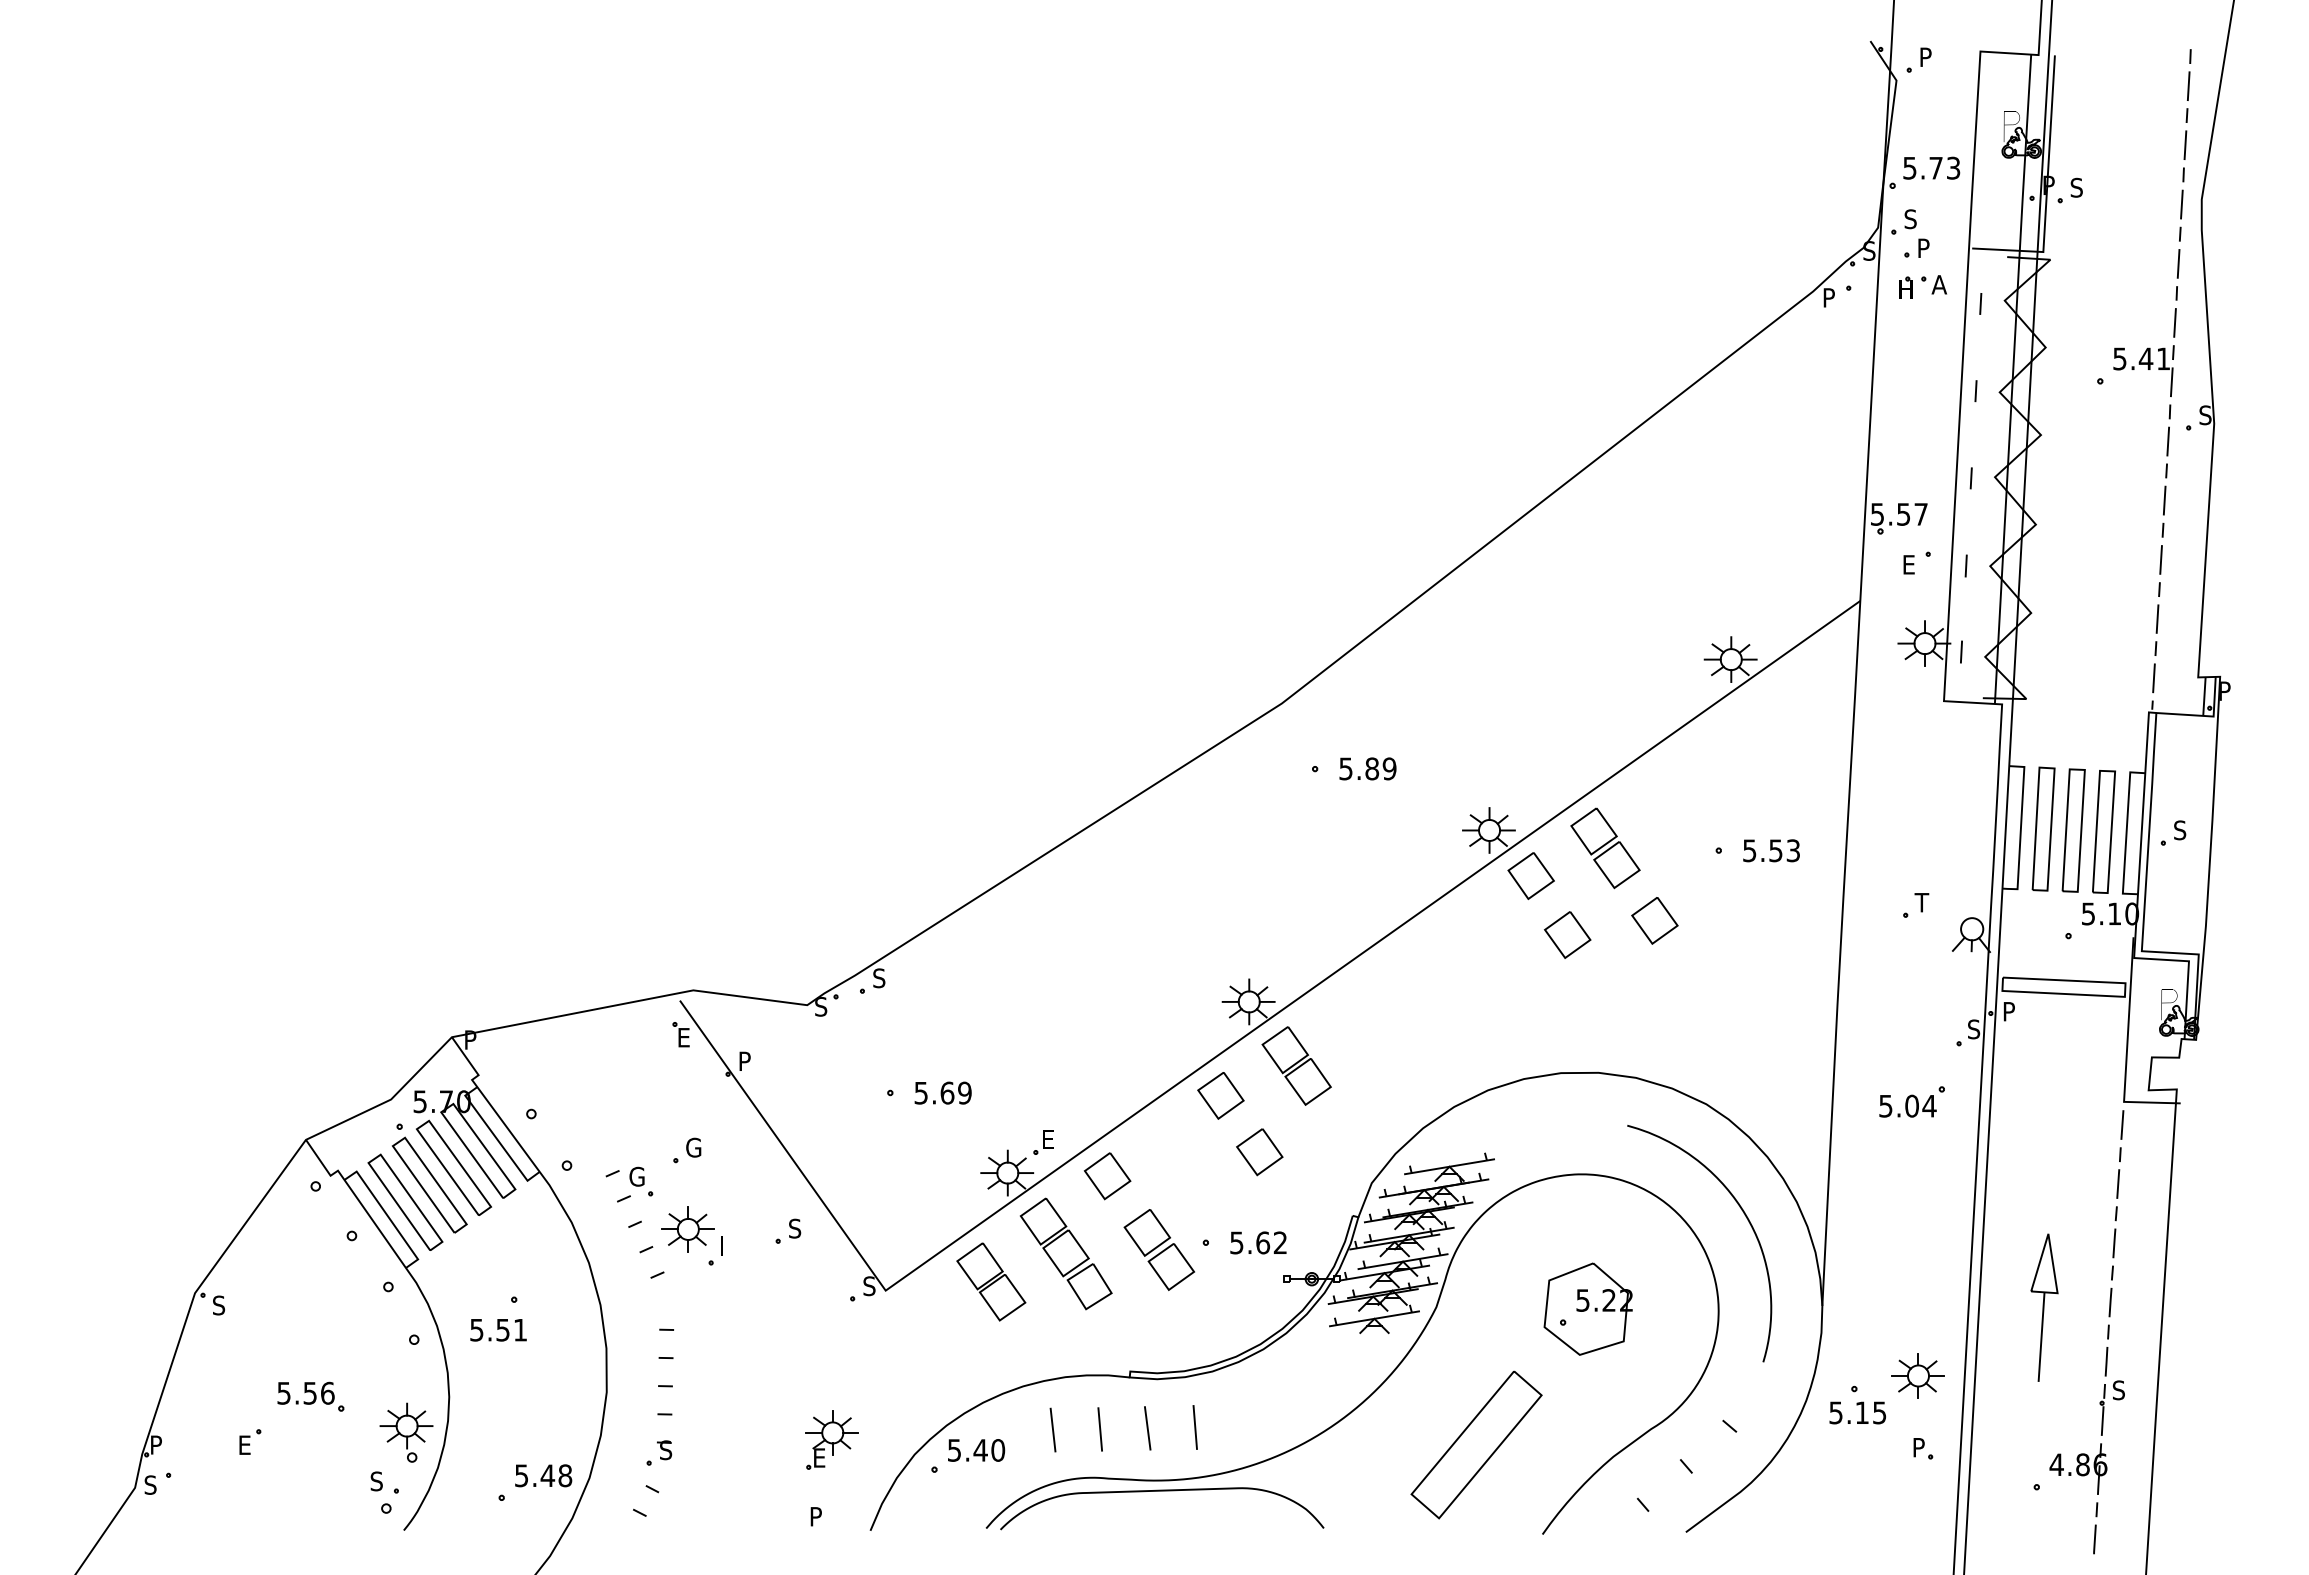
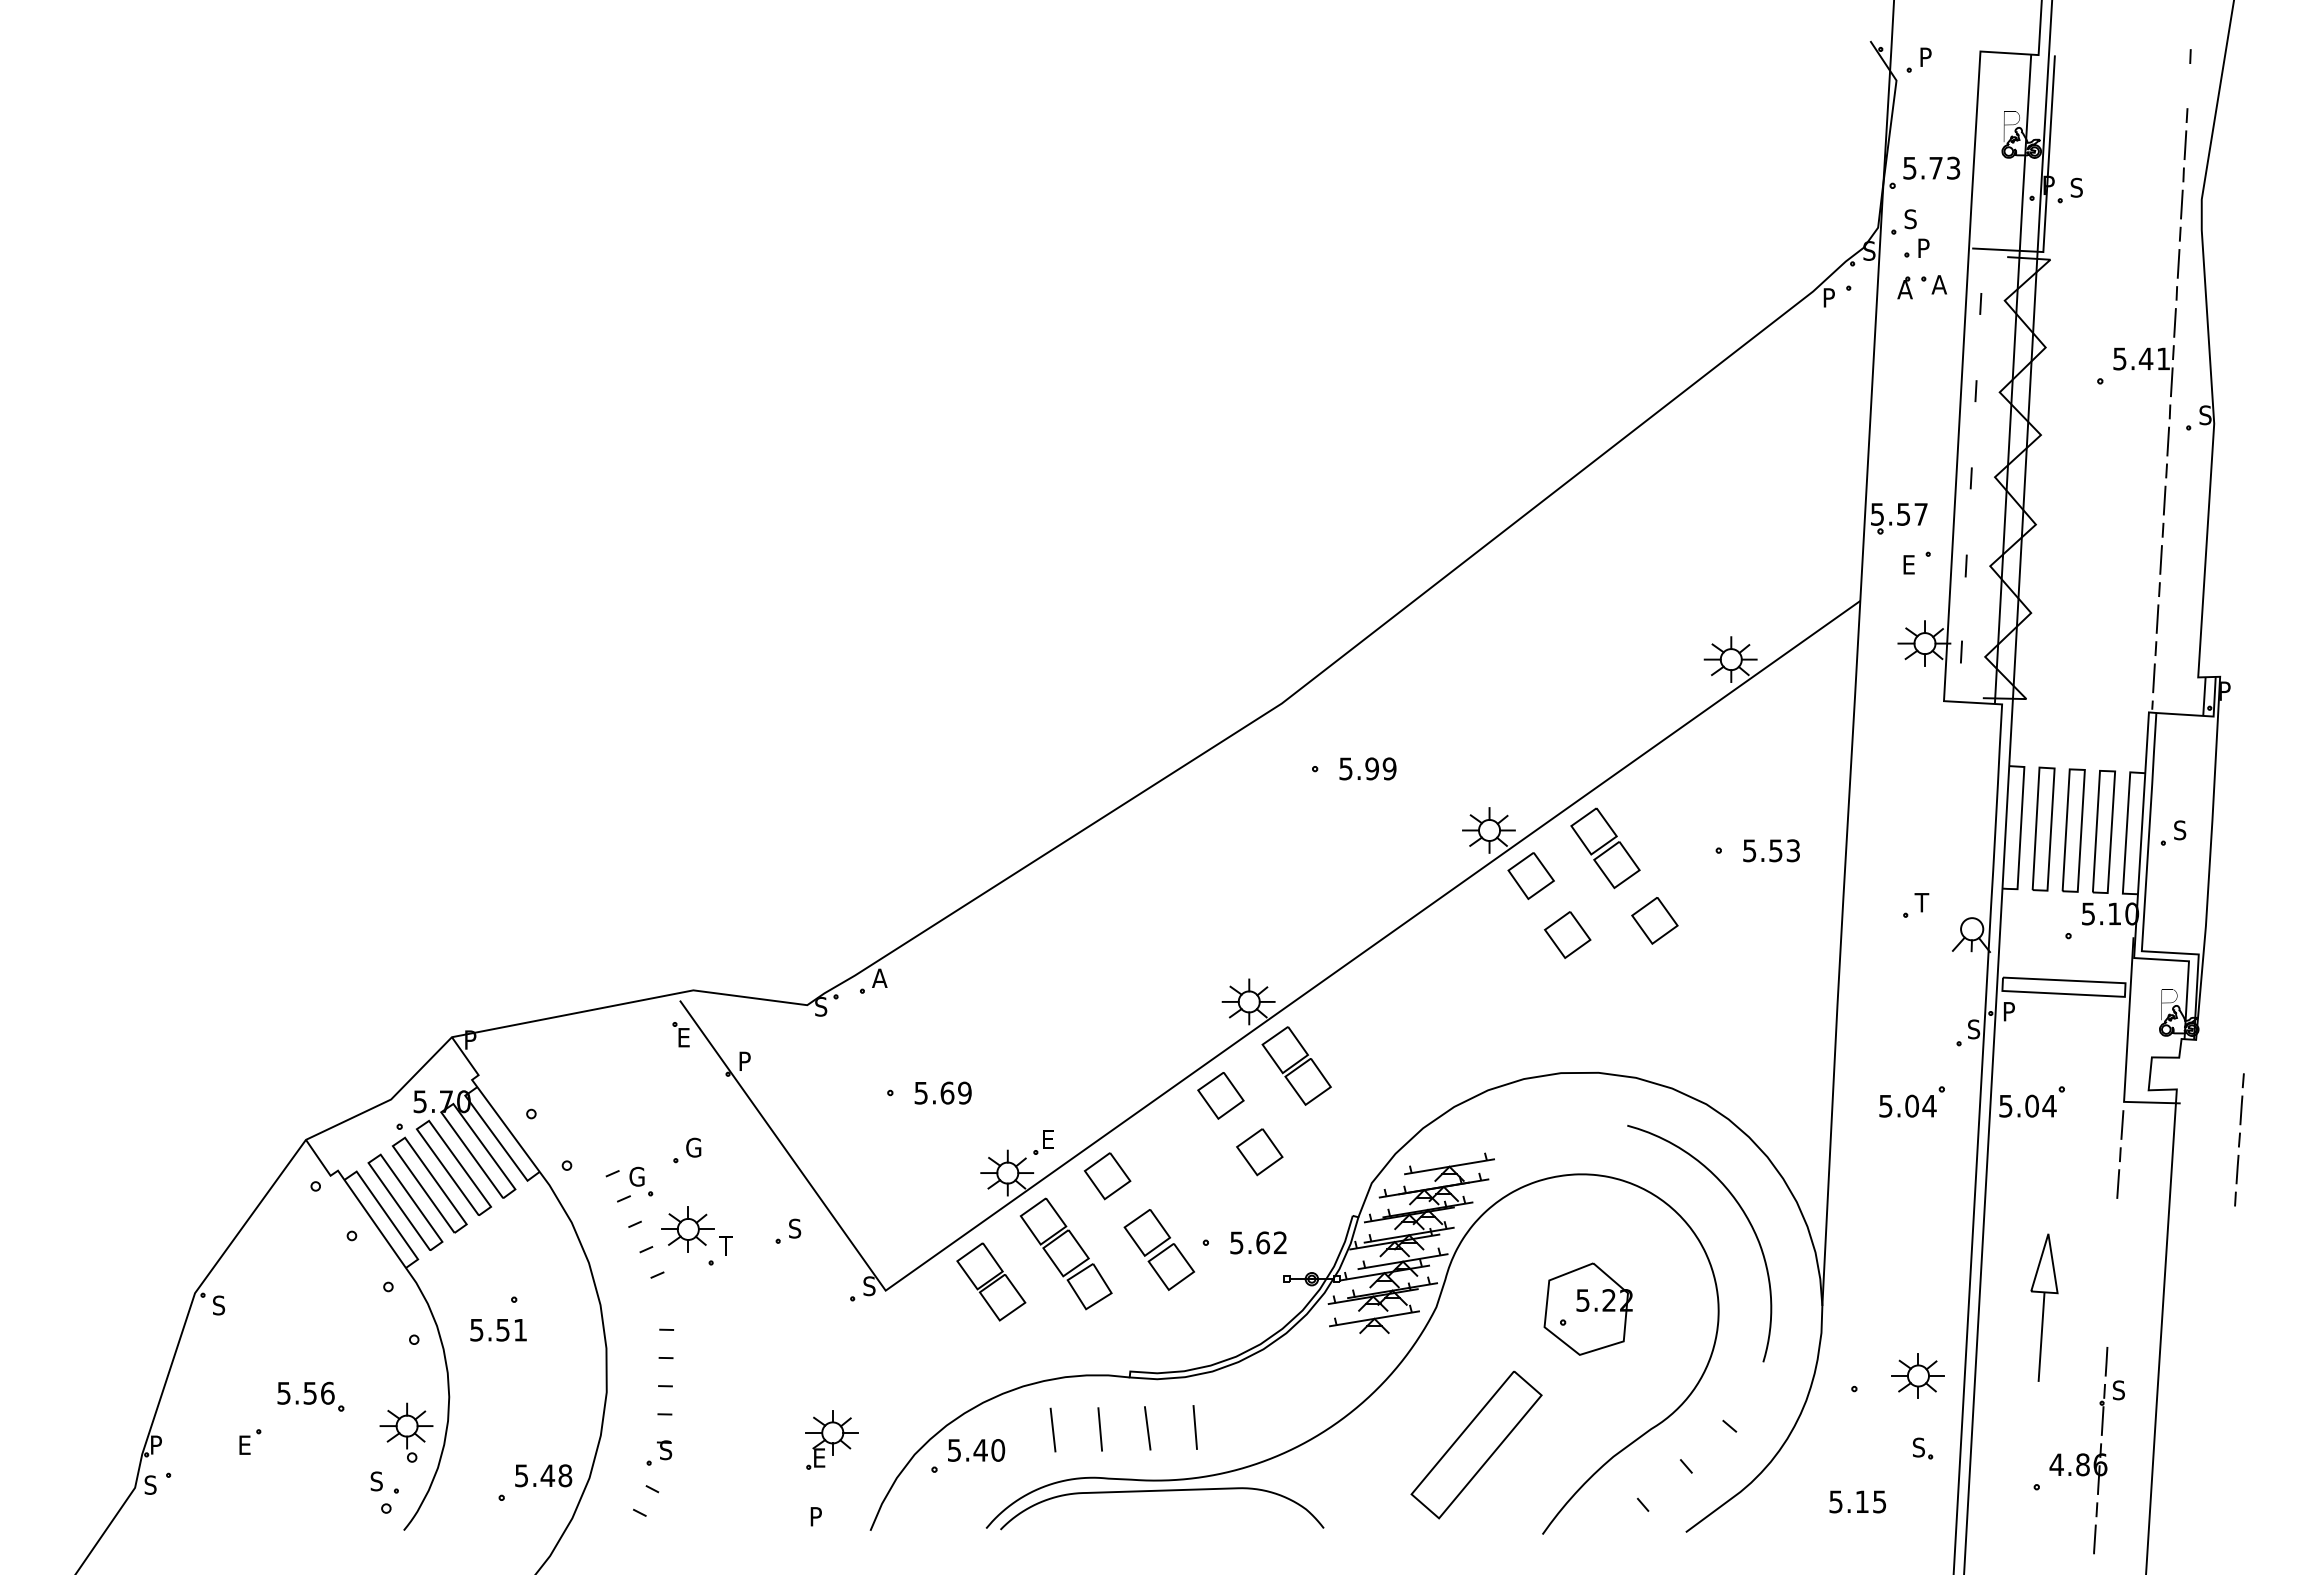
line at (2188, 85): present -> none
text at (1904, 289): H -> A
text at (1372, 768): 5.89 -> 5.99
text at (879, 978): S -> A
part at (2031, 1101): none -> present
text at (725, 1245): I -> T
part at (2112, 1272) position: (2112, 1272) -> (2239, 1139)
text at (1857, 1412) position: (1857, 1412) -> (1857, 1501)
text at (1918, 1447): P -> S
